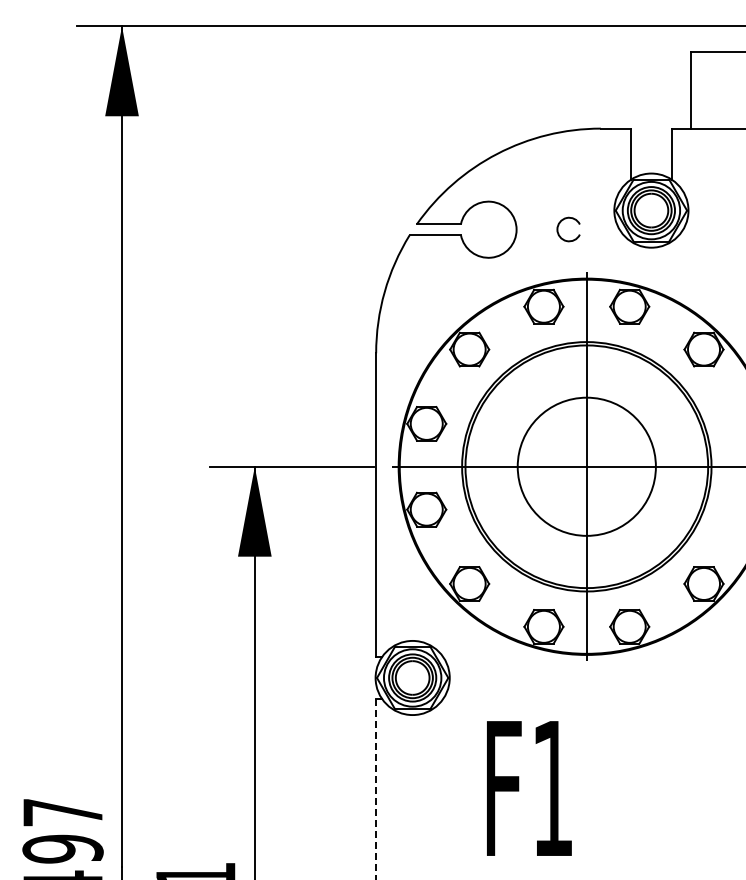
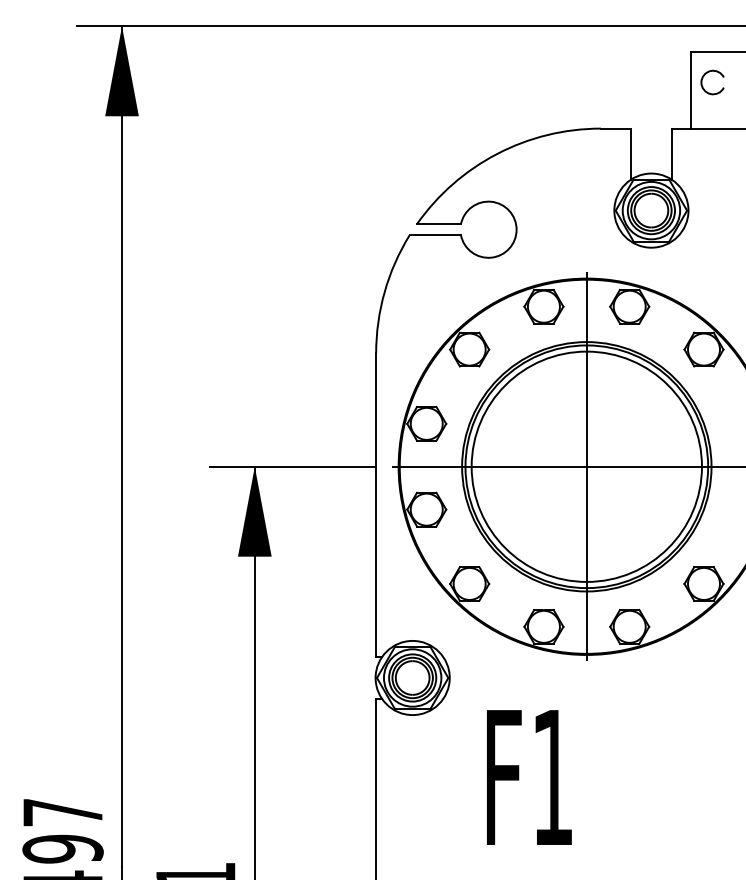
arc at (559, 225) position: (559, 225) -> (703, 78)
circle at (586, 466) diameter: 138 px -> 230 px
text at (529, 788) position: (529, 788) -> (529, 777)
line at (376, 789): dashed -> solid
